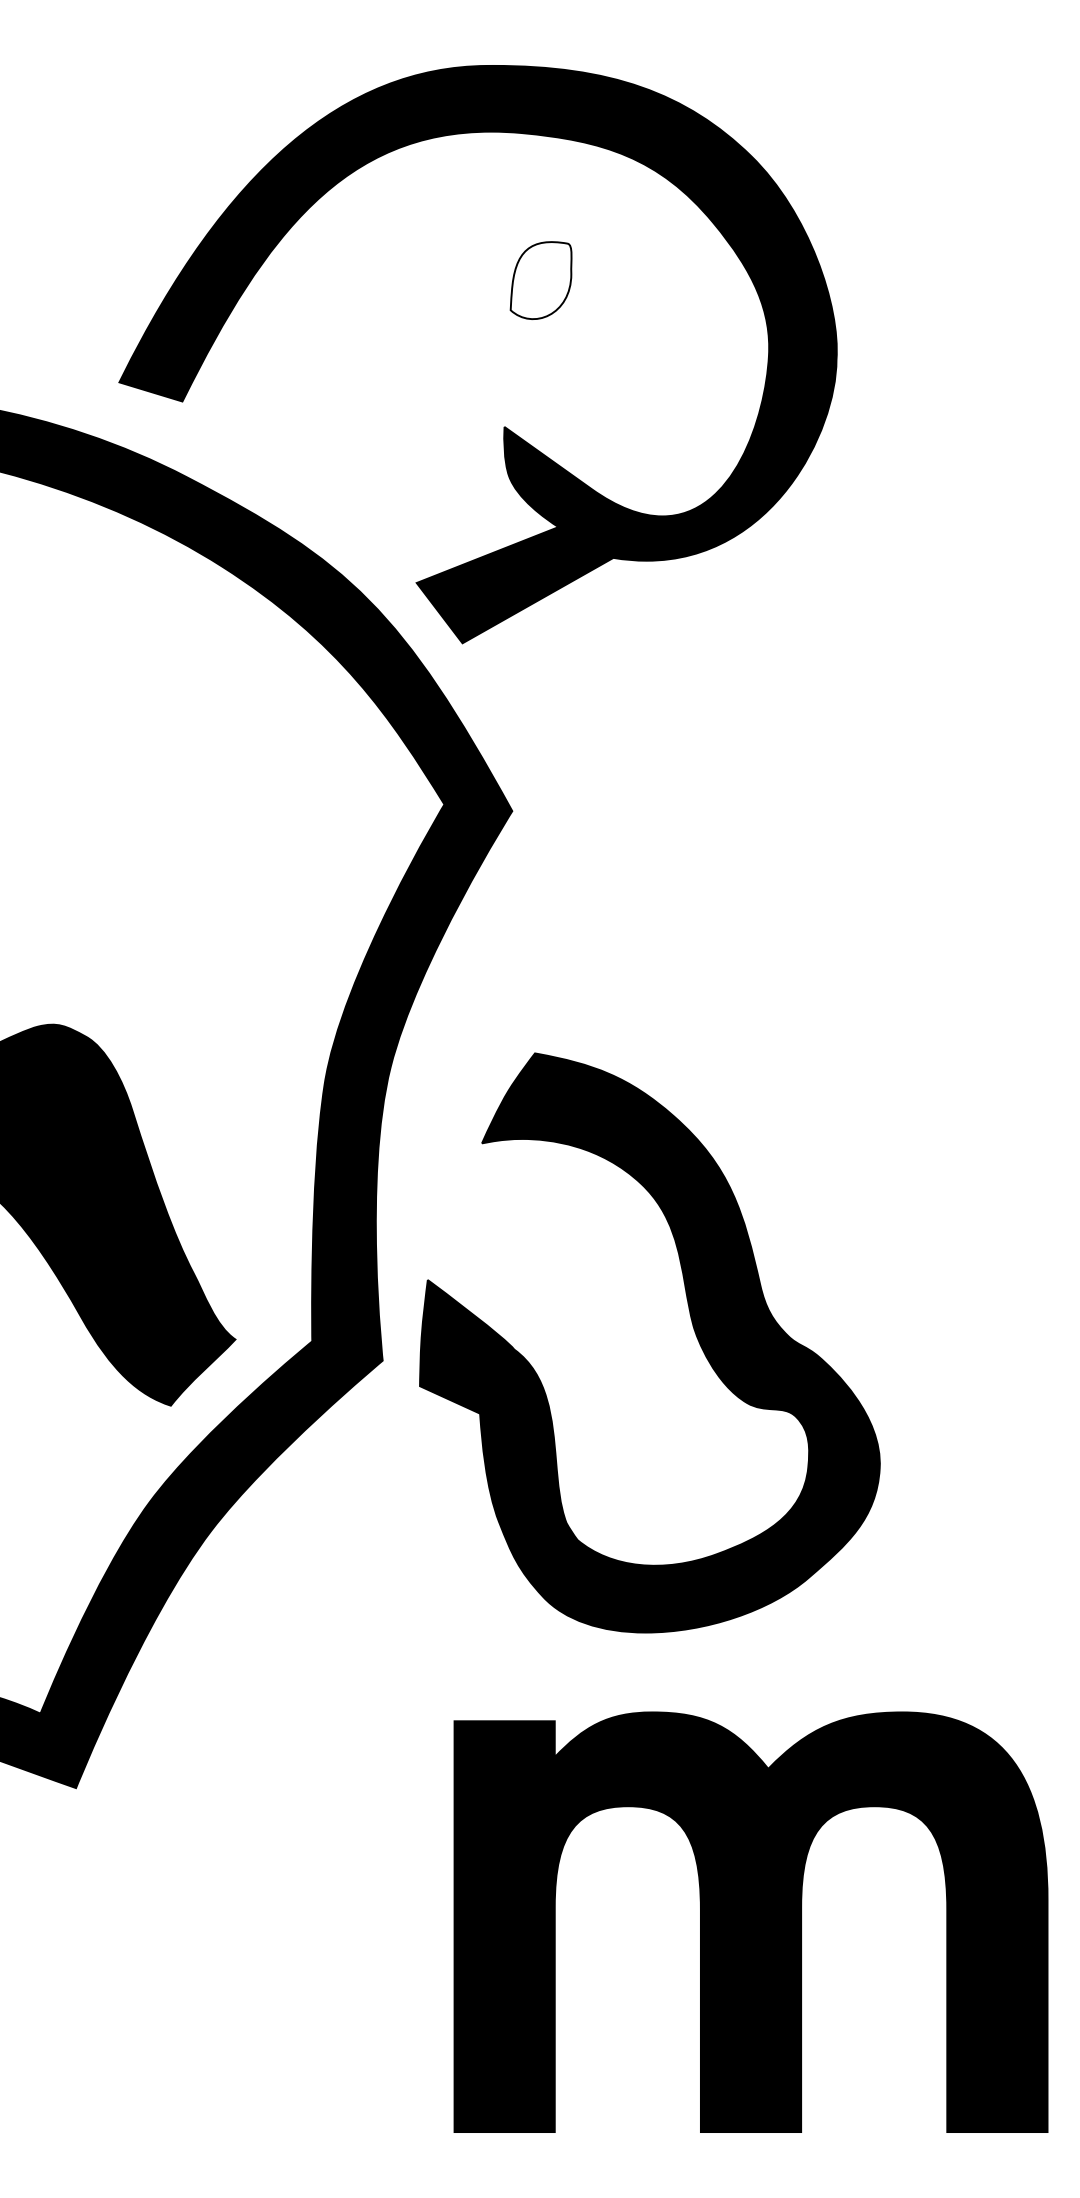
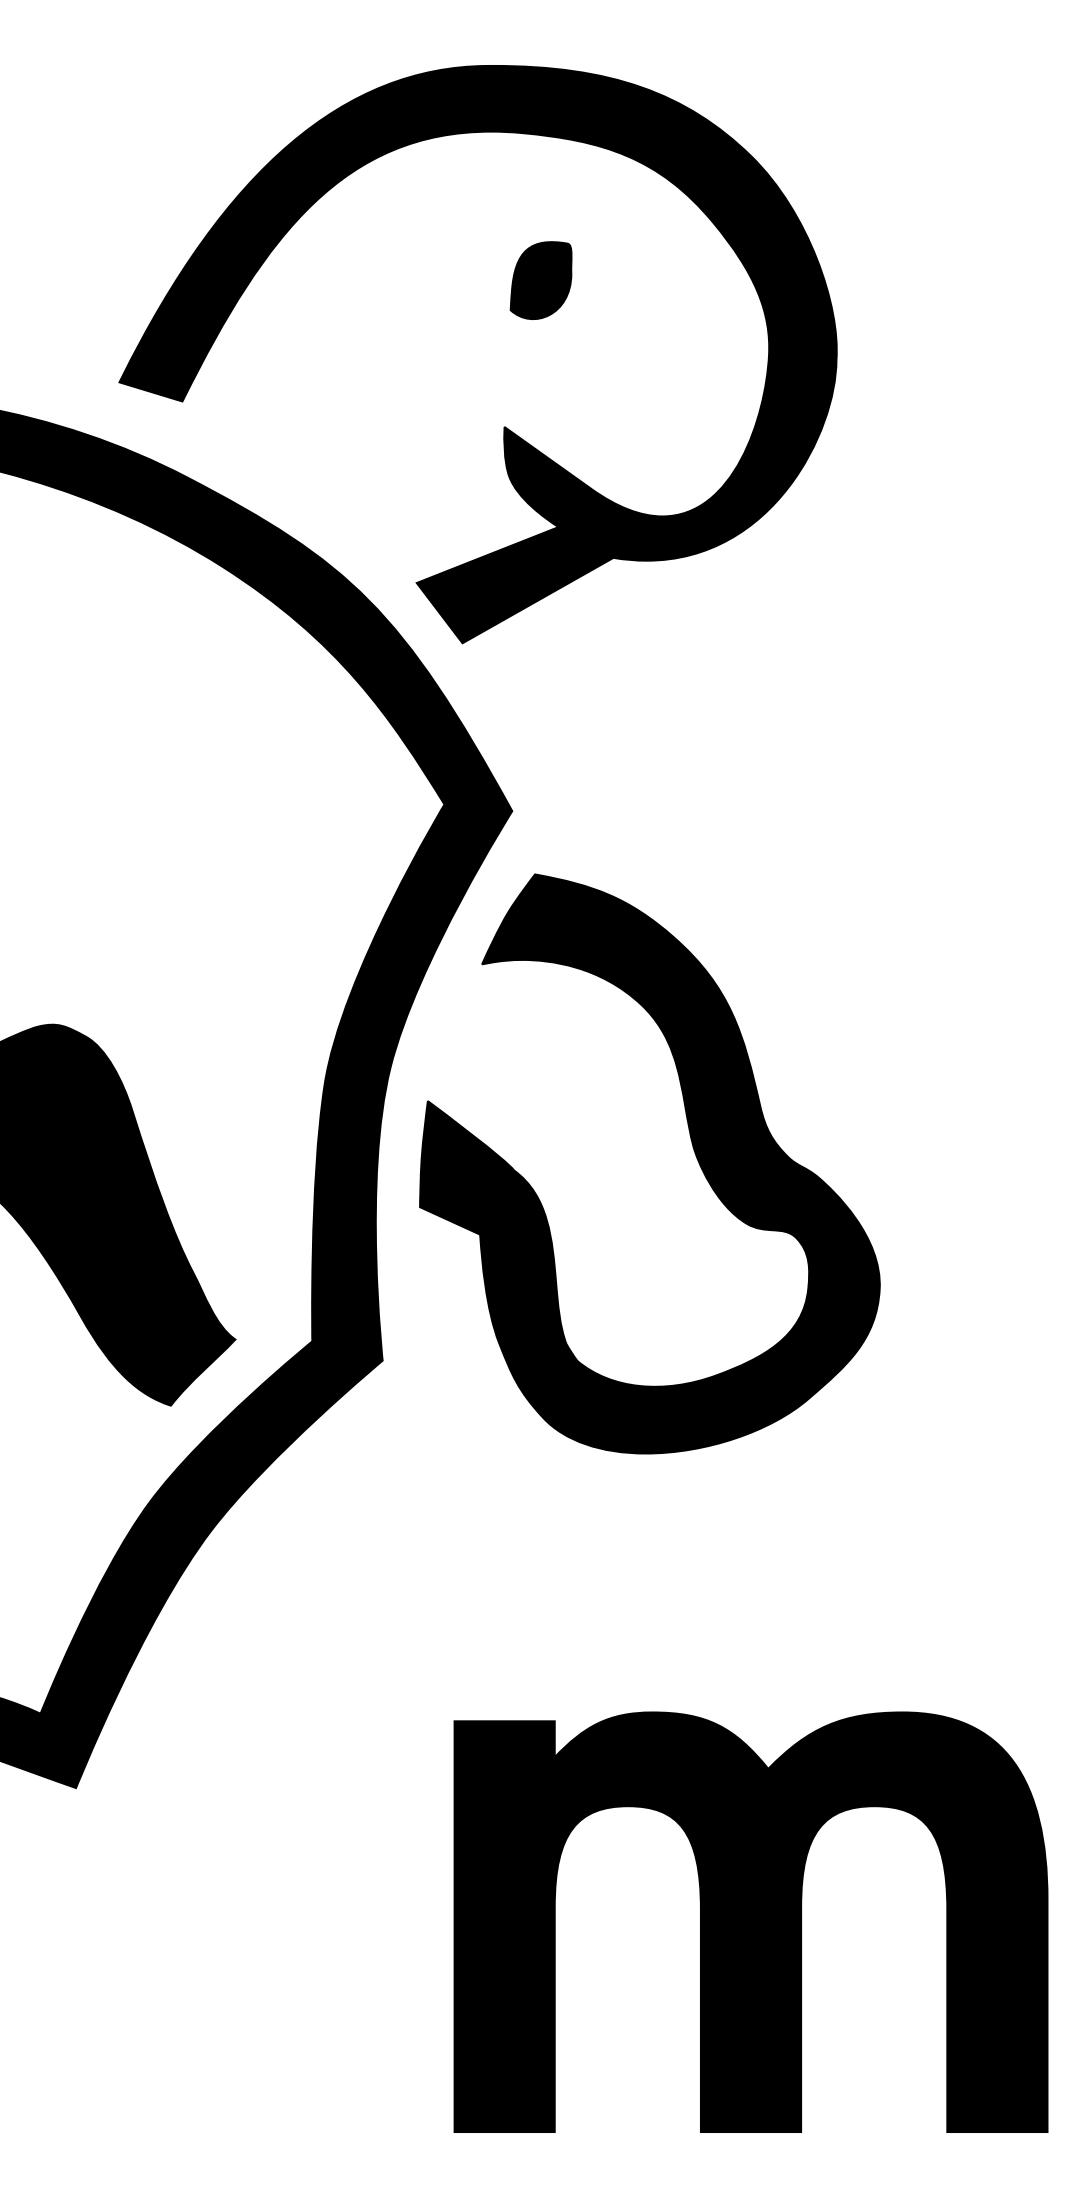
fill at (540, 280): none -> present
part at (692, 1326) position: (692, 1326) -> (692, 1147)
